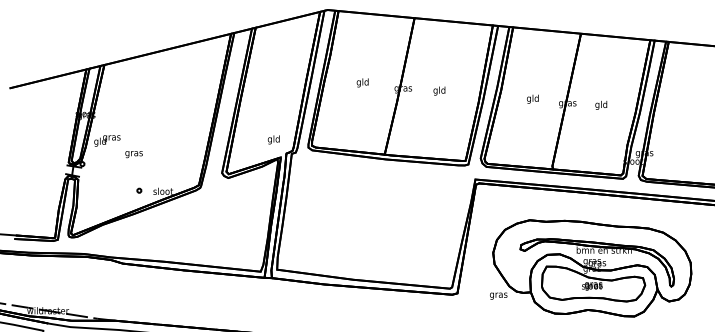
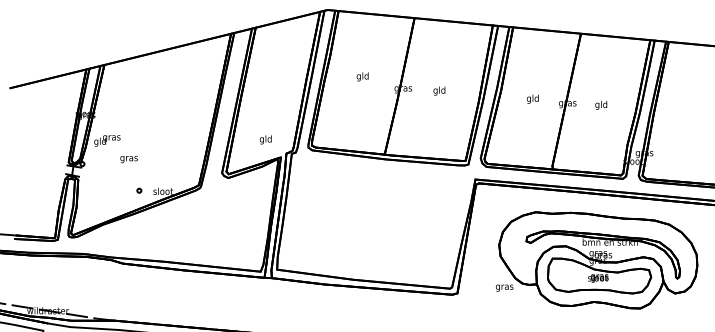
text at (362, 82) position: (362, 82) -> (362, 76)
text at (273, 139) position: (273, 139) -> (265, 139)
text at (133, 154) position: (133, 154) -> (128, 159)
part at (591, 268) position: (591, 268) -> (597, 260)
